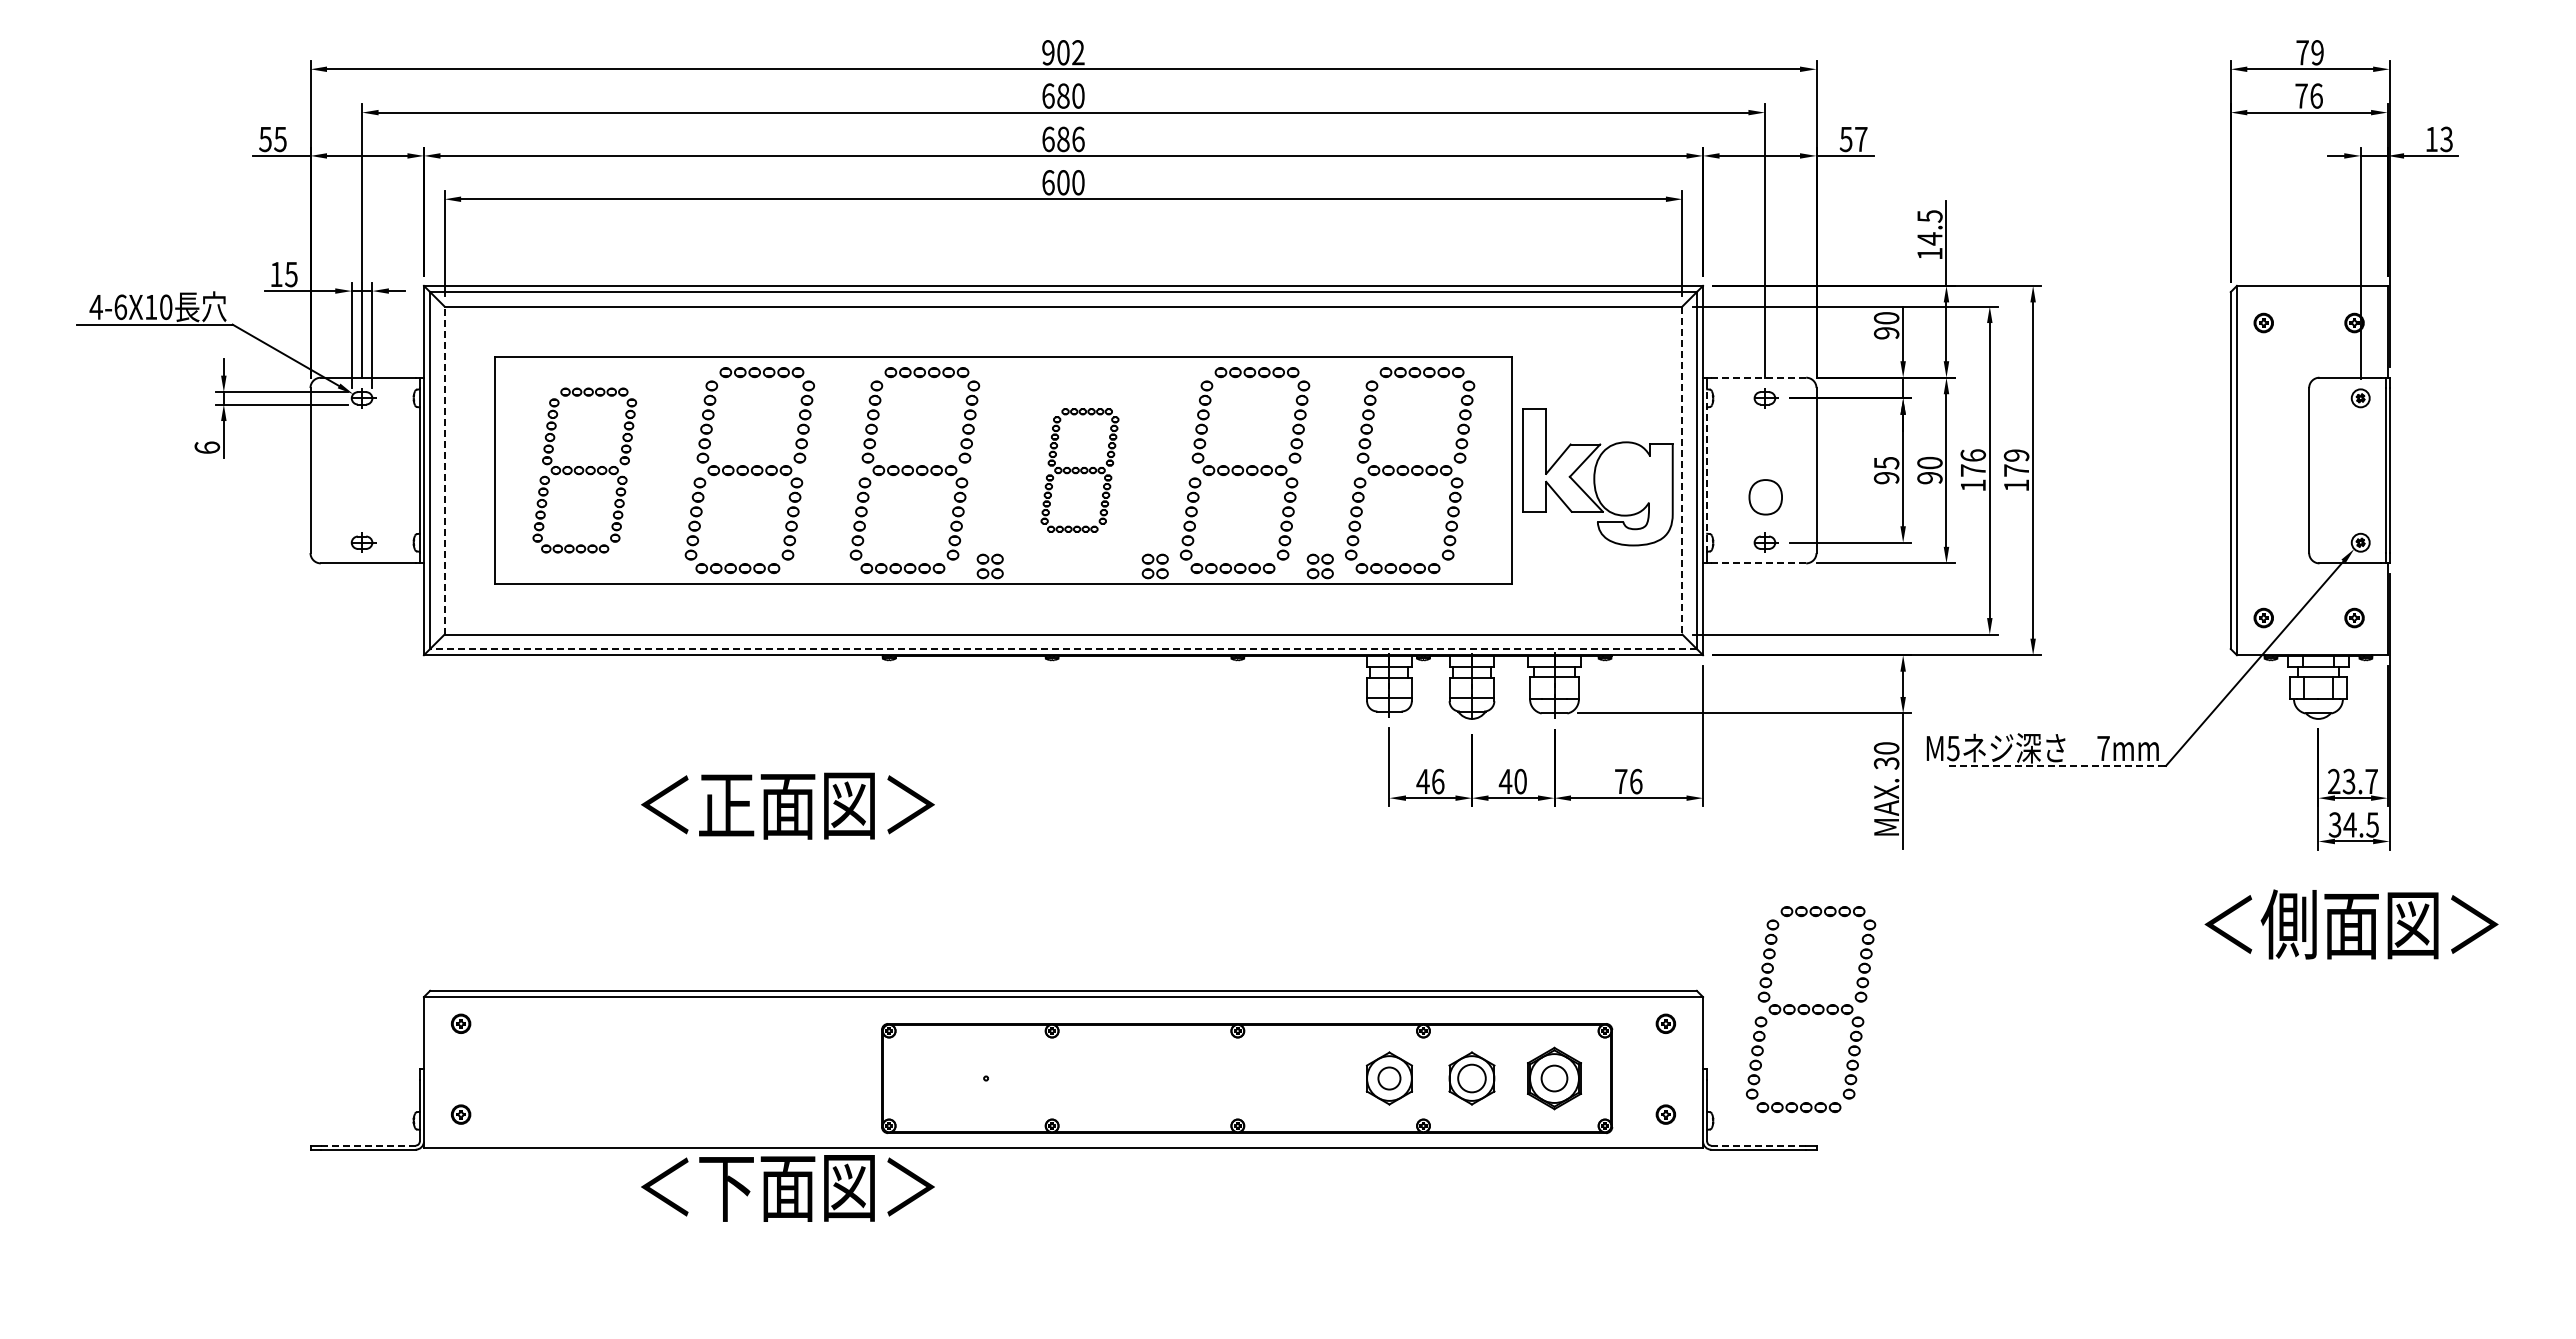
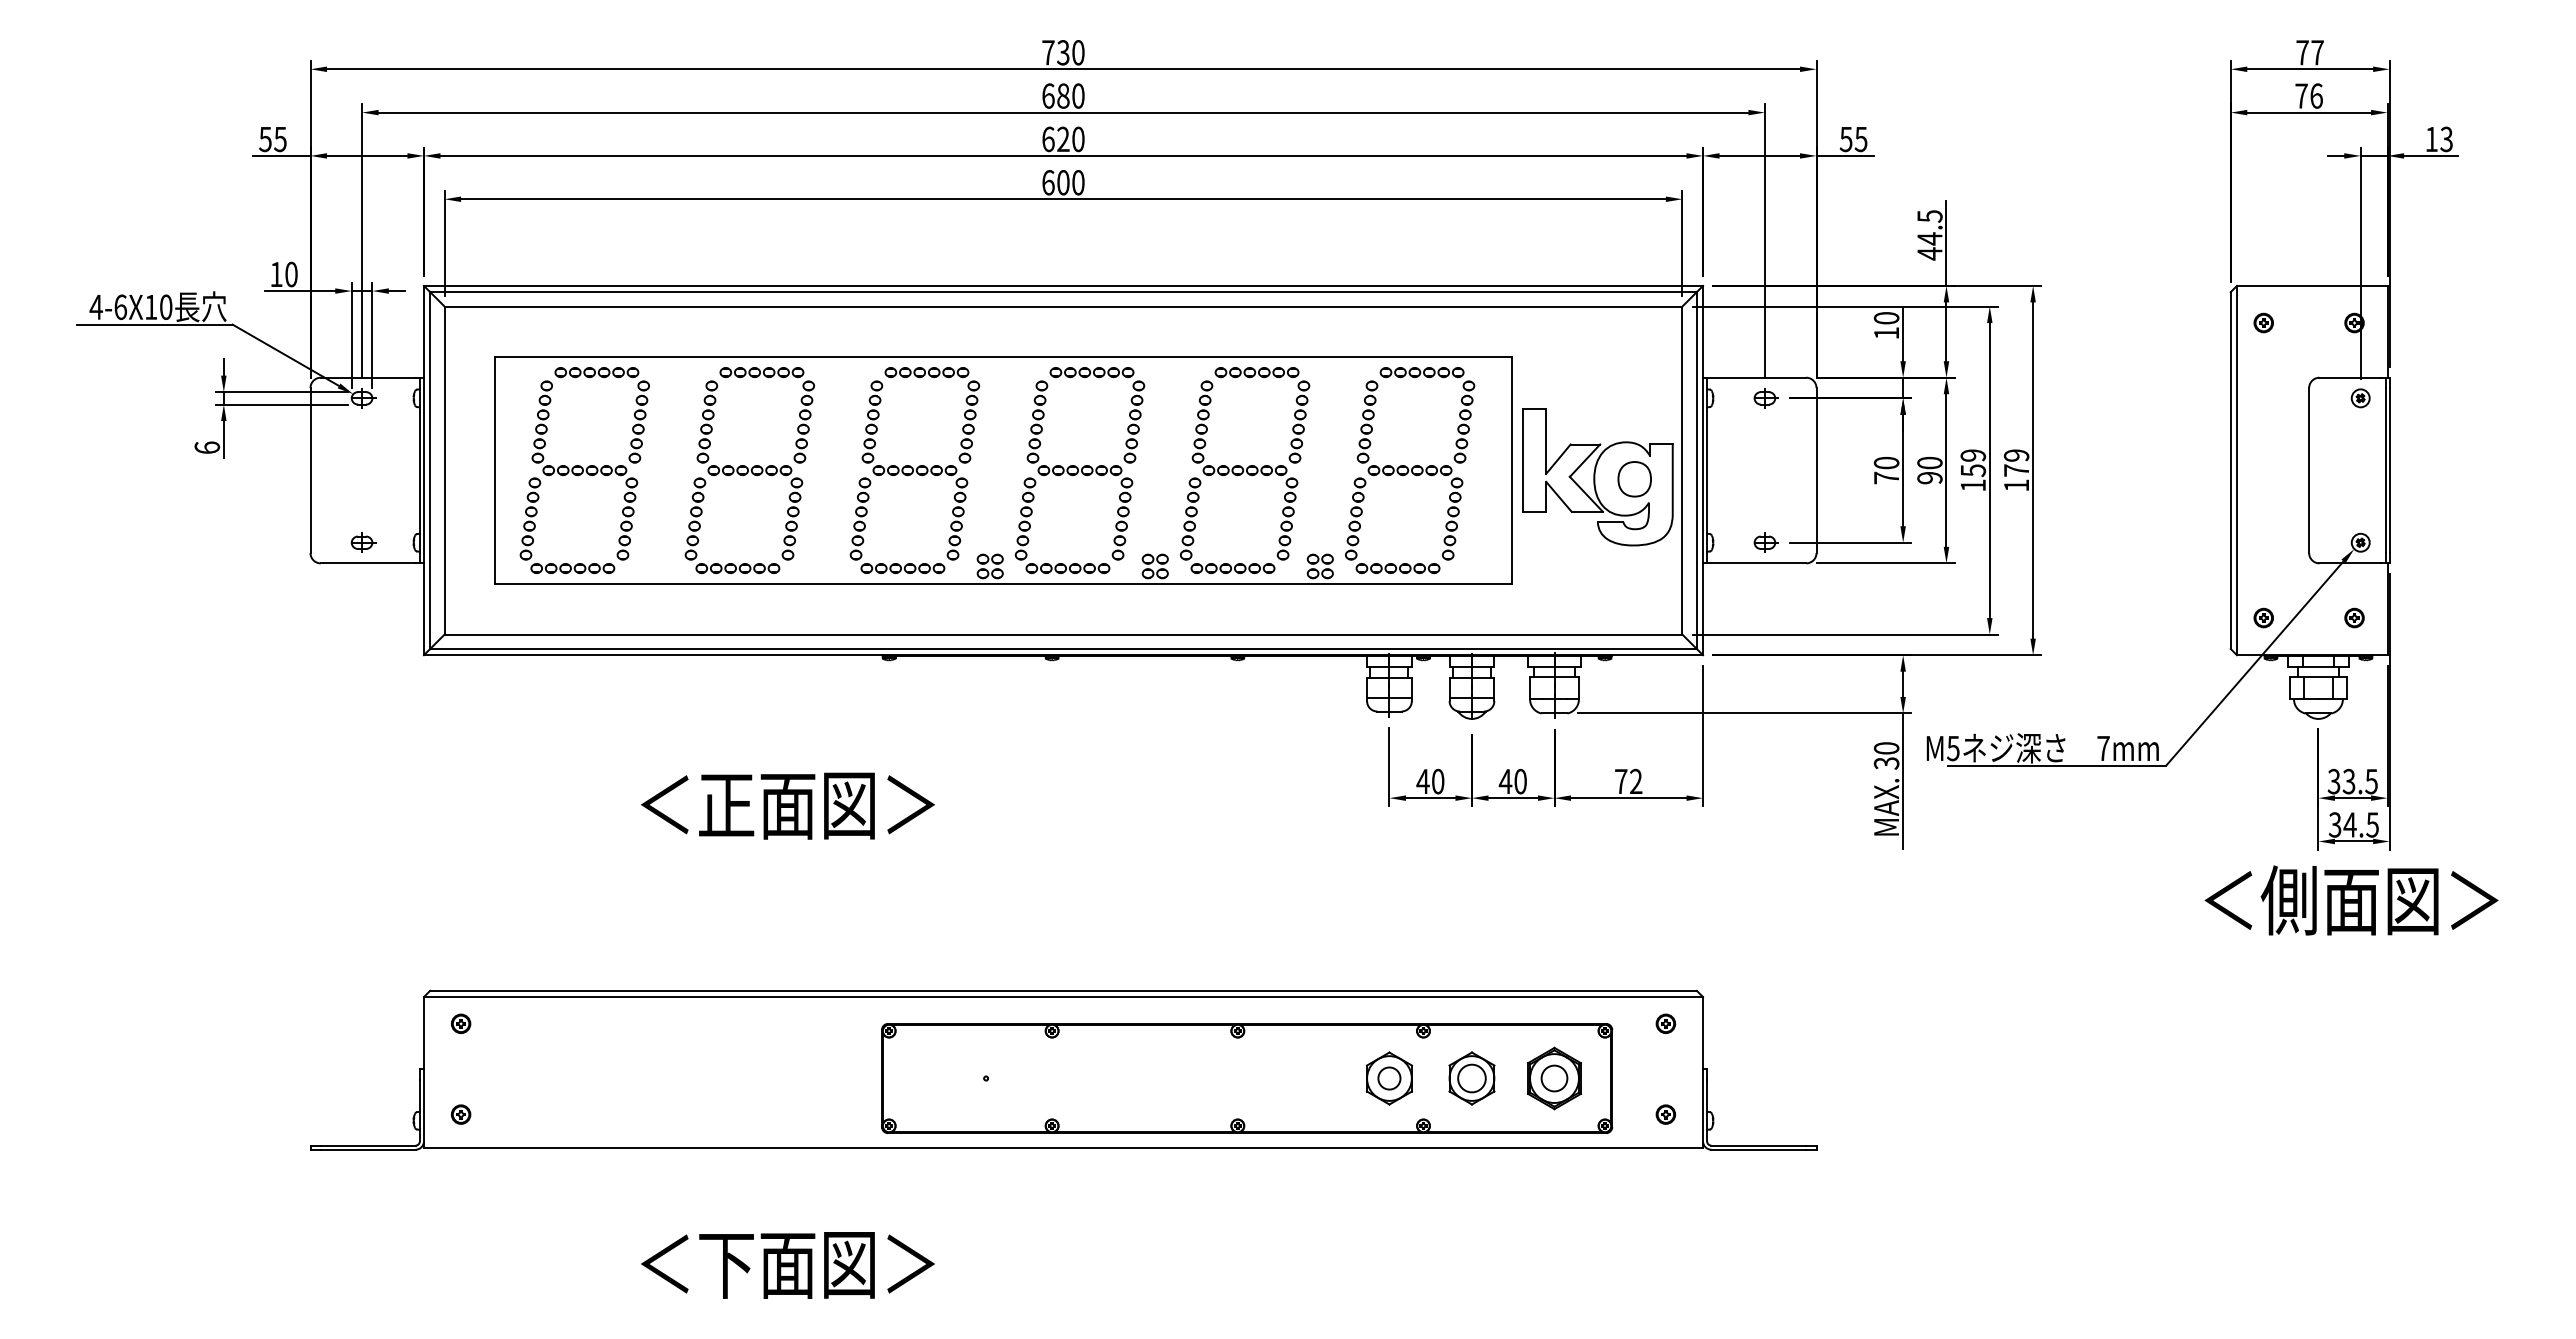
text at (1063, 52): 902 -> 730
text at (2317, 52): 79 -> 77
text at (1070, 139): 686 -> 620
text at (1860, 139): 57 -> 55
text at (1929, 253): 14.5 -> 44.5
text at (291, 274): 15 -> 10
text at (1886, 333): 90 -> 10
line at (1759, 377): dashed -> solid
text at (1973, 463): 176 -> 159
line at (444, 470): dashed -> solid
part at (584, 470) size: 106x167 px -> 131x207 px
part at (1079, 470) size: 80x125 px -> 132x207 px
line at (1707, 470): dashed -> solid
text at (1886, 470): 95 -> 70
line at (1682, 471): dashed -> solid
part at (1765, 497) position: (1765, 497) -> (1634, 479)
line at (1759, 563): dashed -> solid
line at (1063, 649): dashed -> solid
line at (2056, 765): dashed -> solid
text at (1438, 781): 46 -> 40
text at (1636, 781): 76 -> 72
text at (2352, 781): 23.7 -> 33.5
text at (2351, 924) position: (2351, 924) -> (2351, 900)
part at (1811, 1009): present -> none
line at (367, 1145): dashed -> solid
line at (1759, 1145): dashed -> solid
text at (787, 1188) position: (787, 1188) -> (787, 1265)
